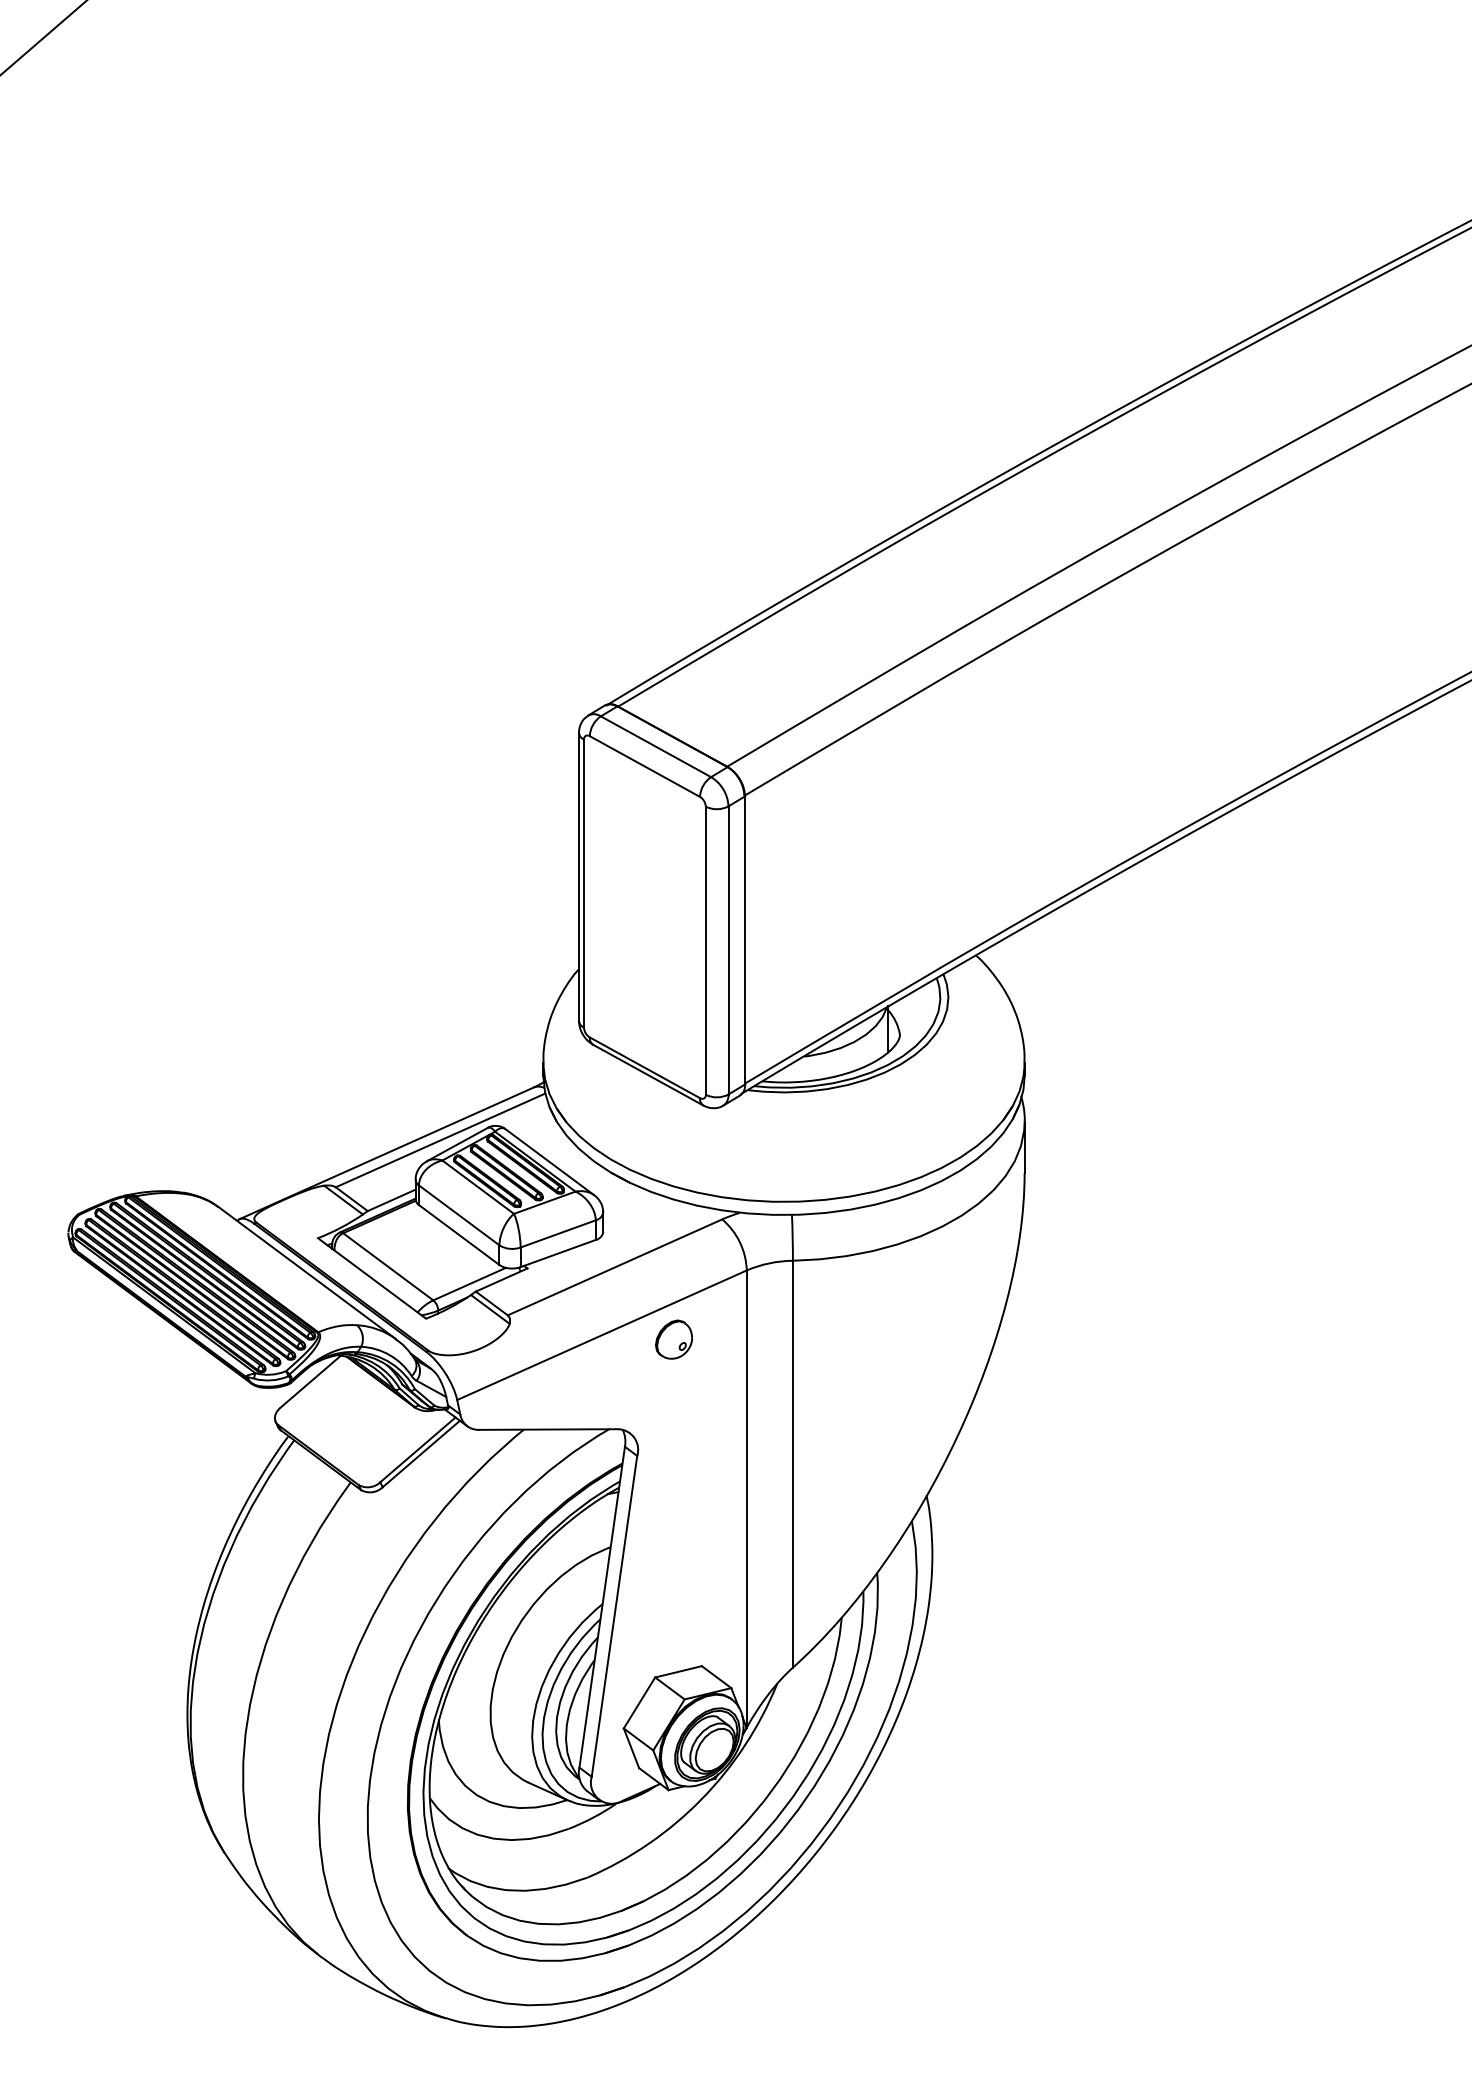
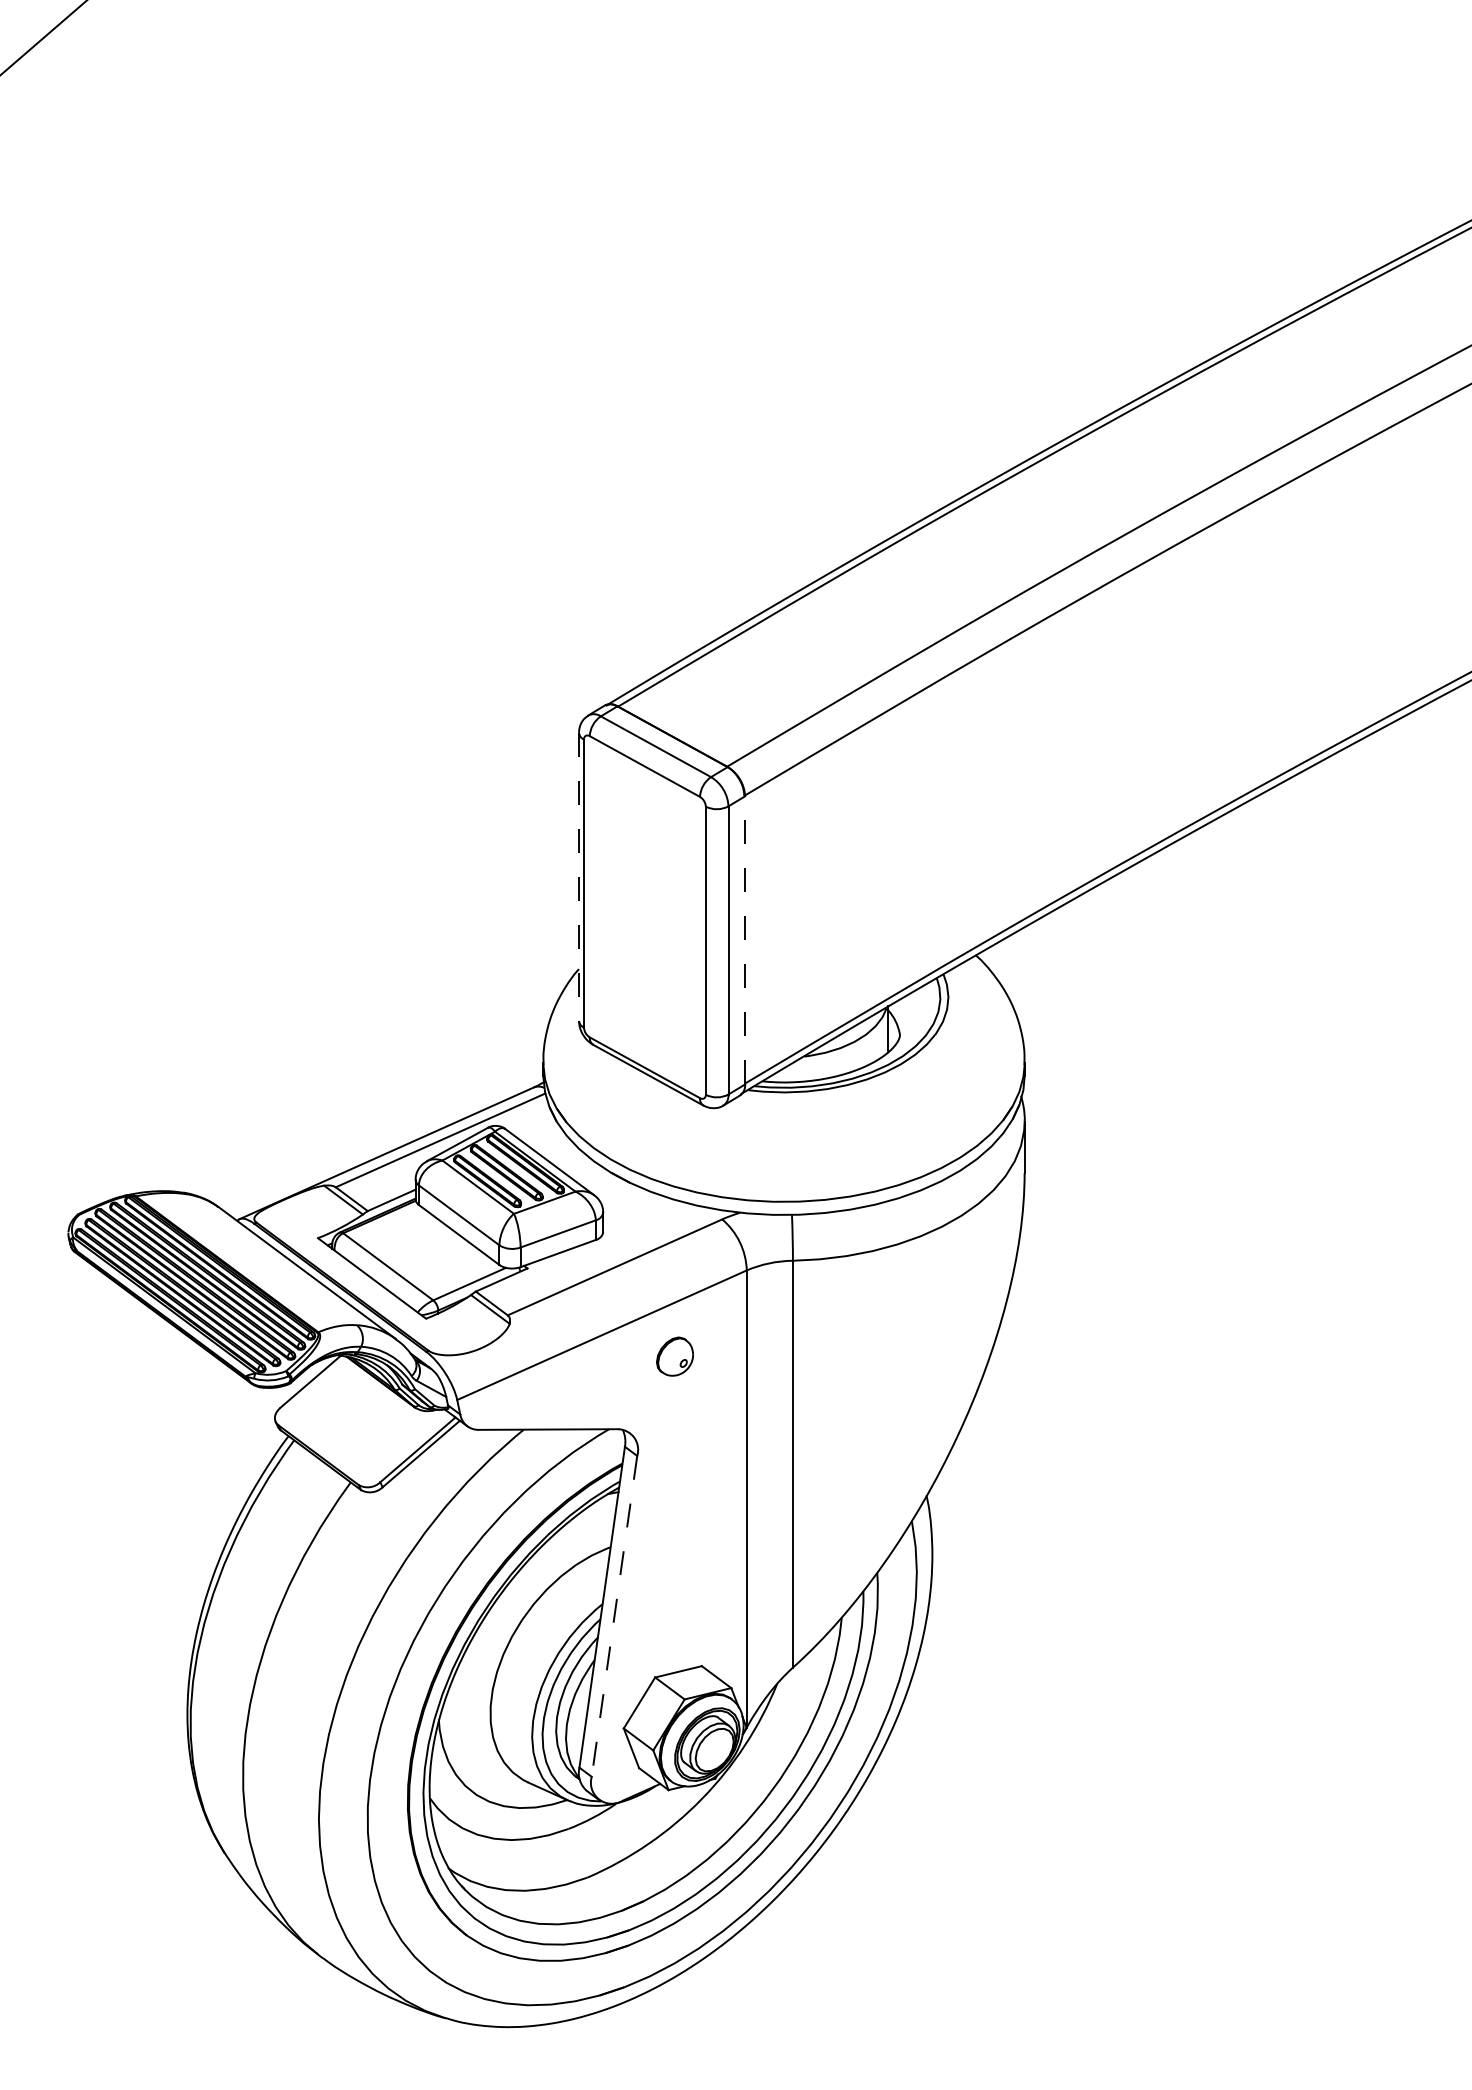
line at (579, 877): solid -> dashed
line at (745, 939): solid -> dashed
part at (673, 1339) position: (673, 1339) -> (674, 1356)
line at (614, 1616): solid -> dashed
